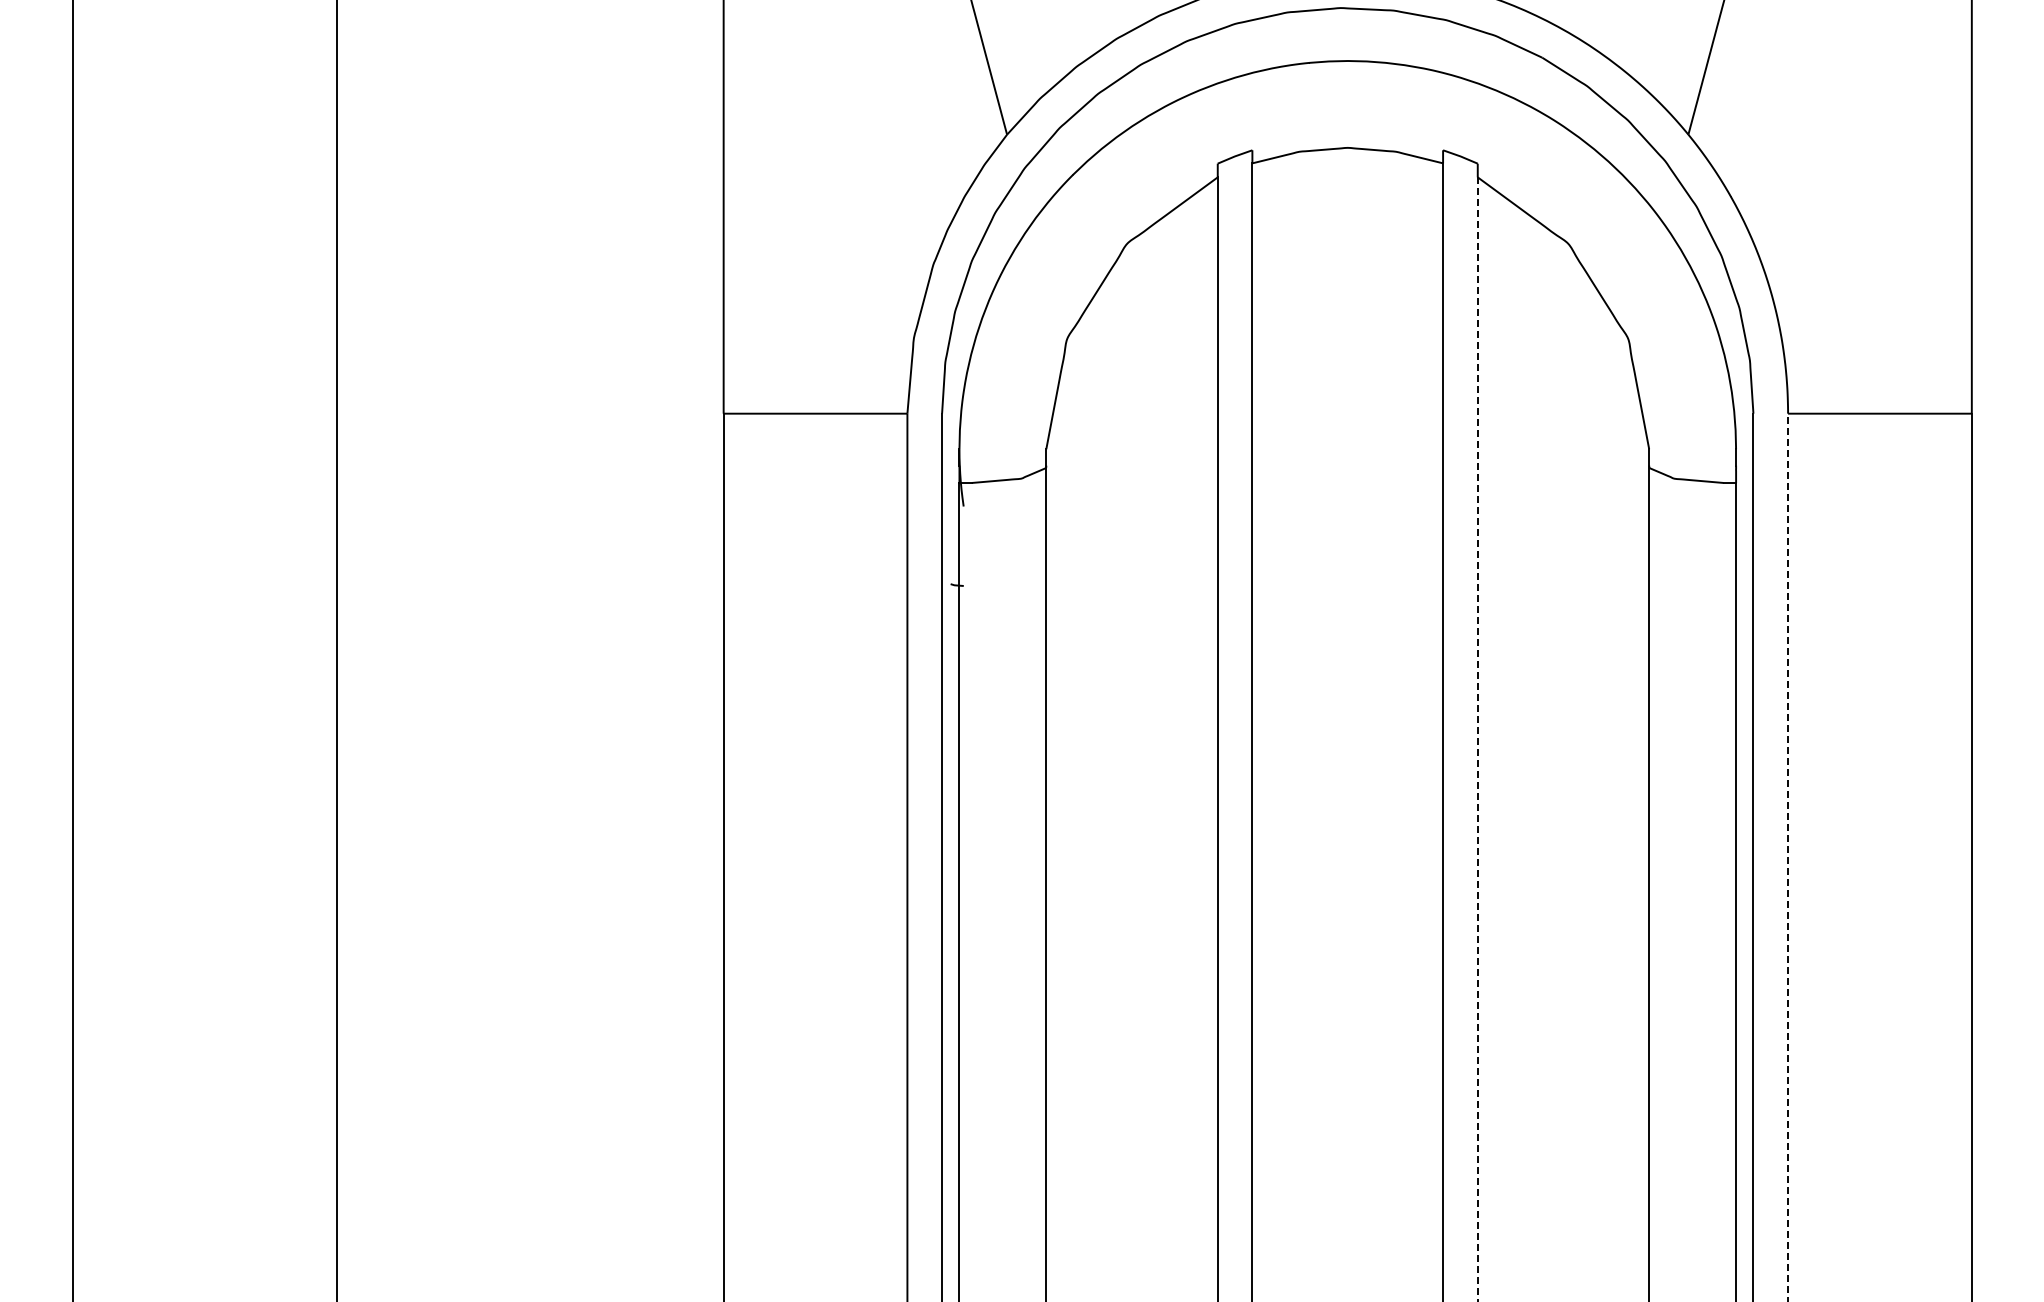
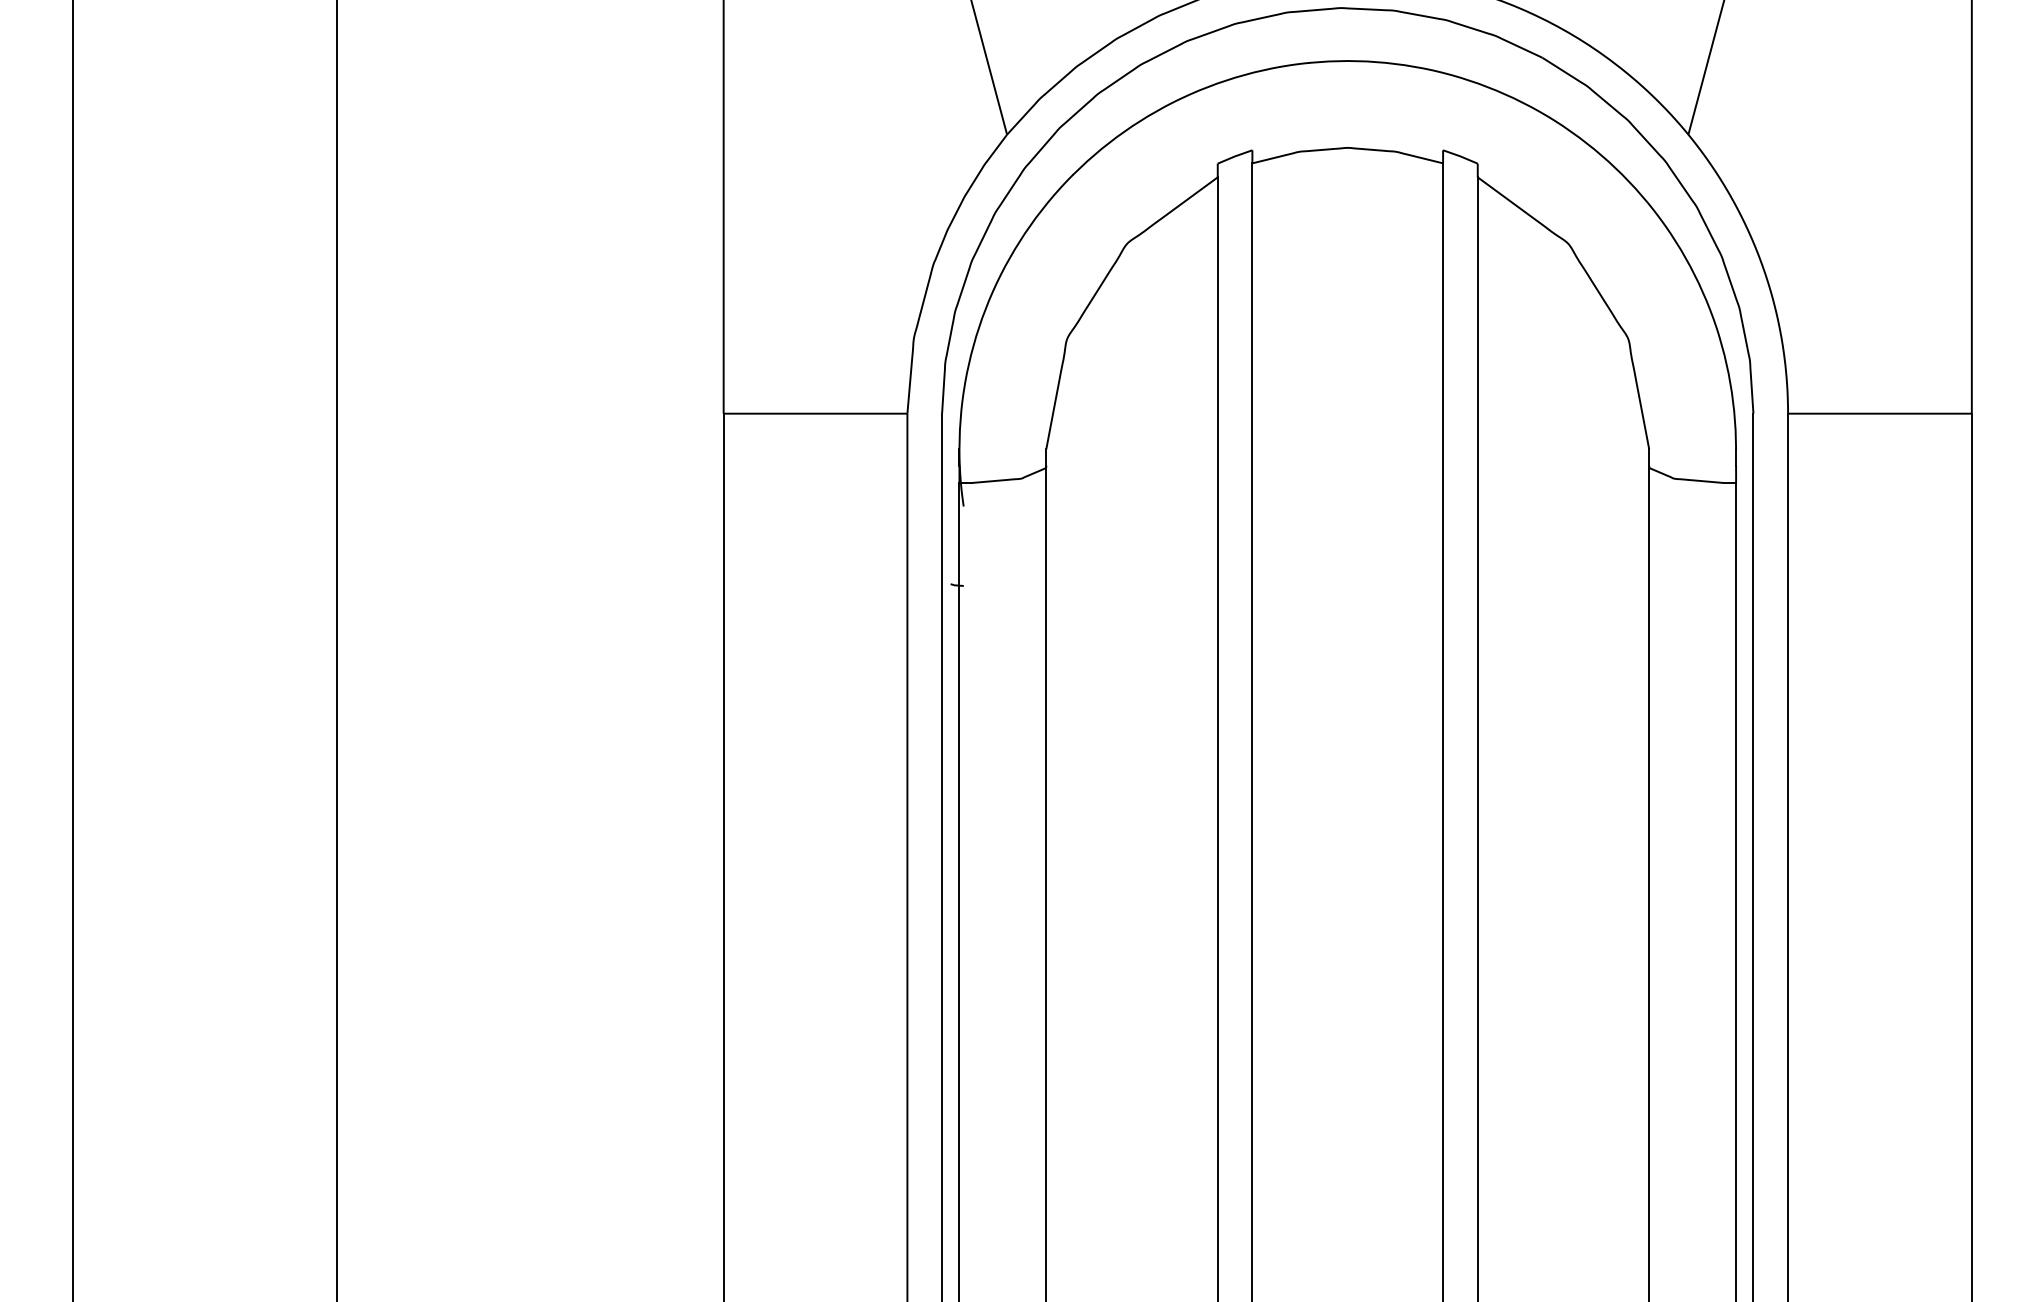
line at (1477, 739): dashed -> solid
line at (1788, 857): dashed -> solid
